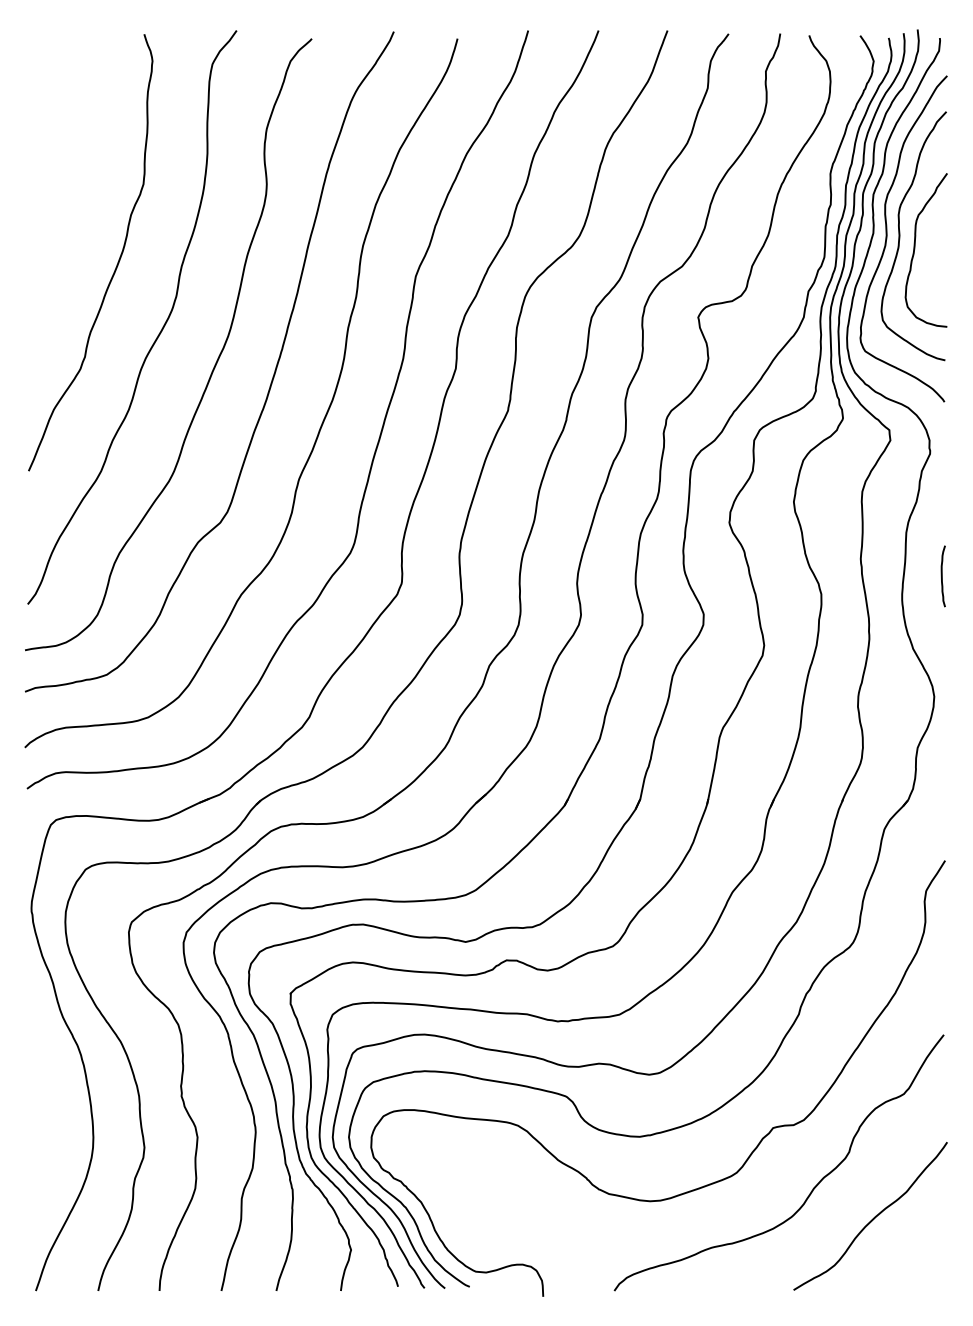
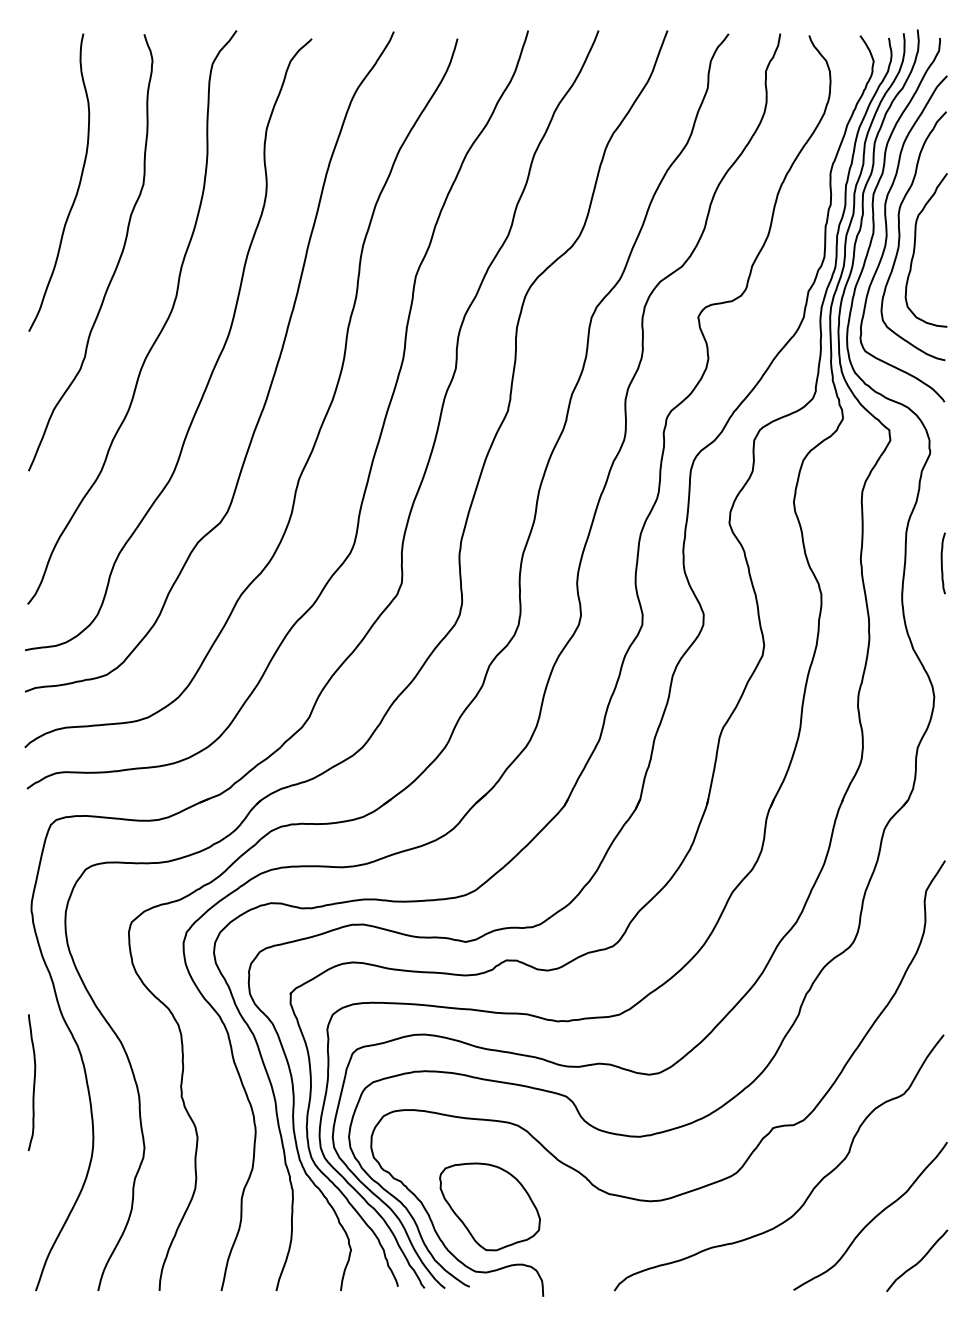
curve at (77, 187): none -> present
curve at (942, 576) position: (942, 576) -> (942, 563)
curve at (33, 1082): none -> present
part at (489, 1206): none -> present
curve at (918, 1261): none -> present
